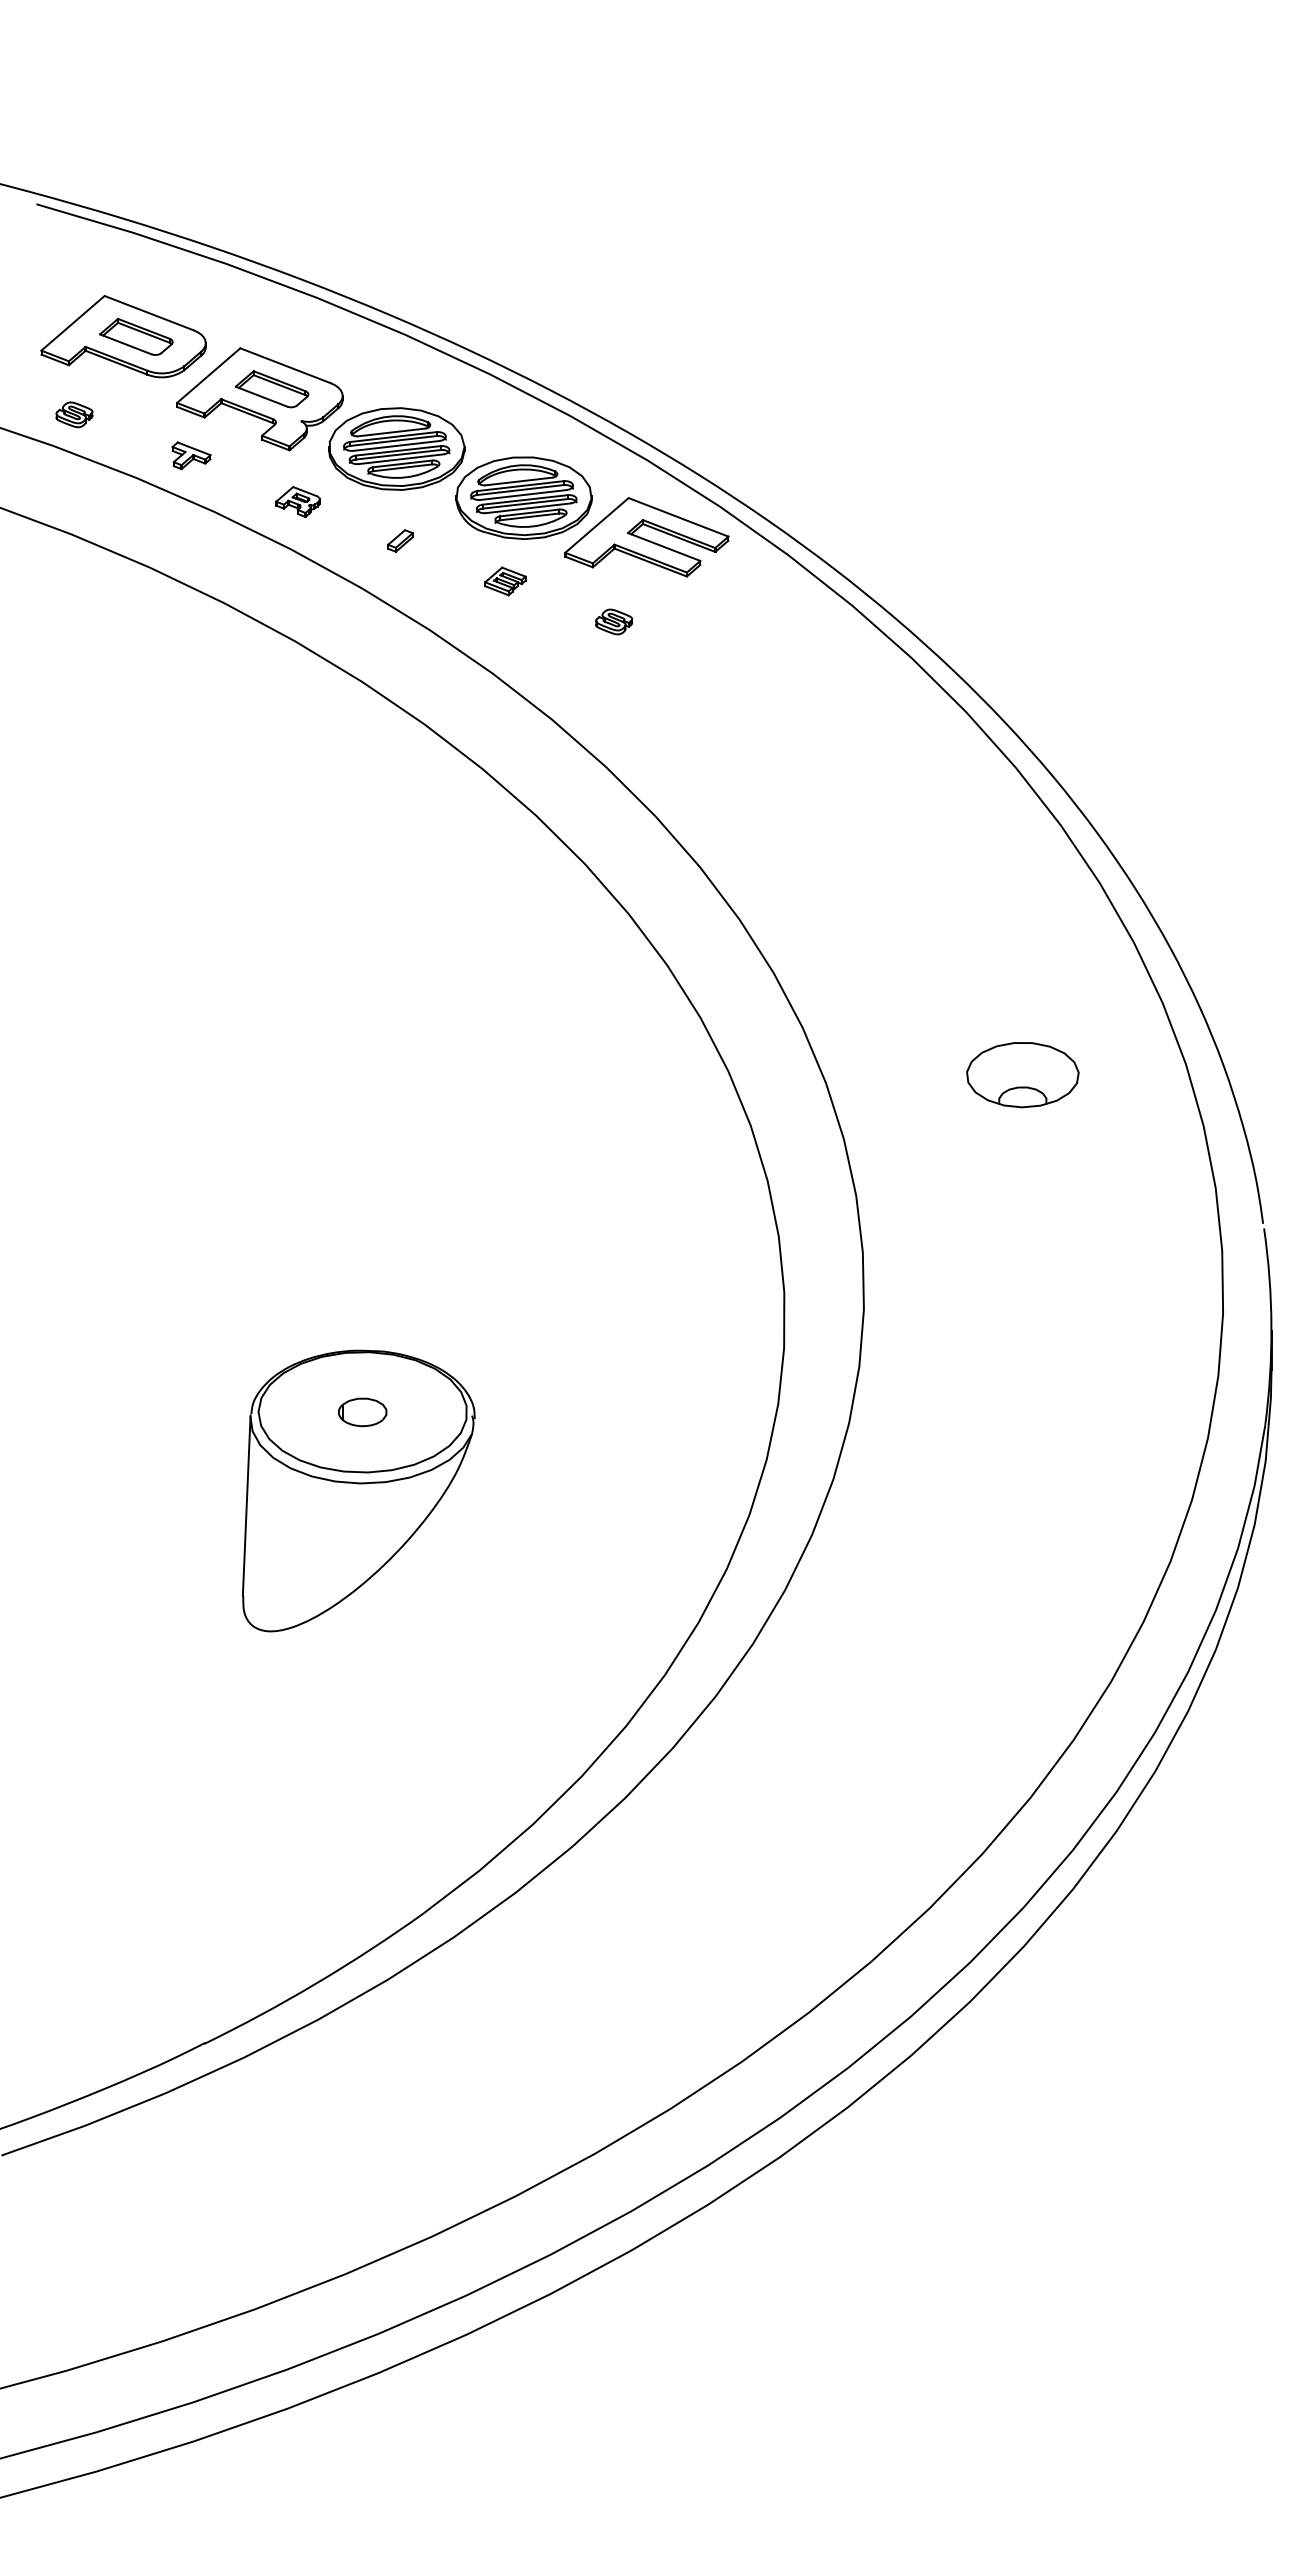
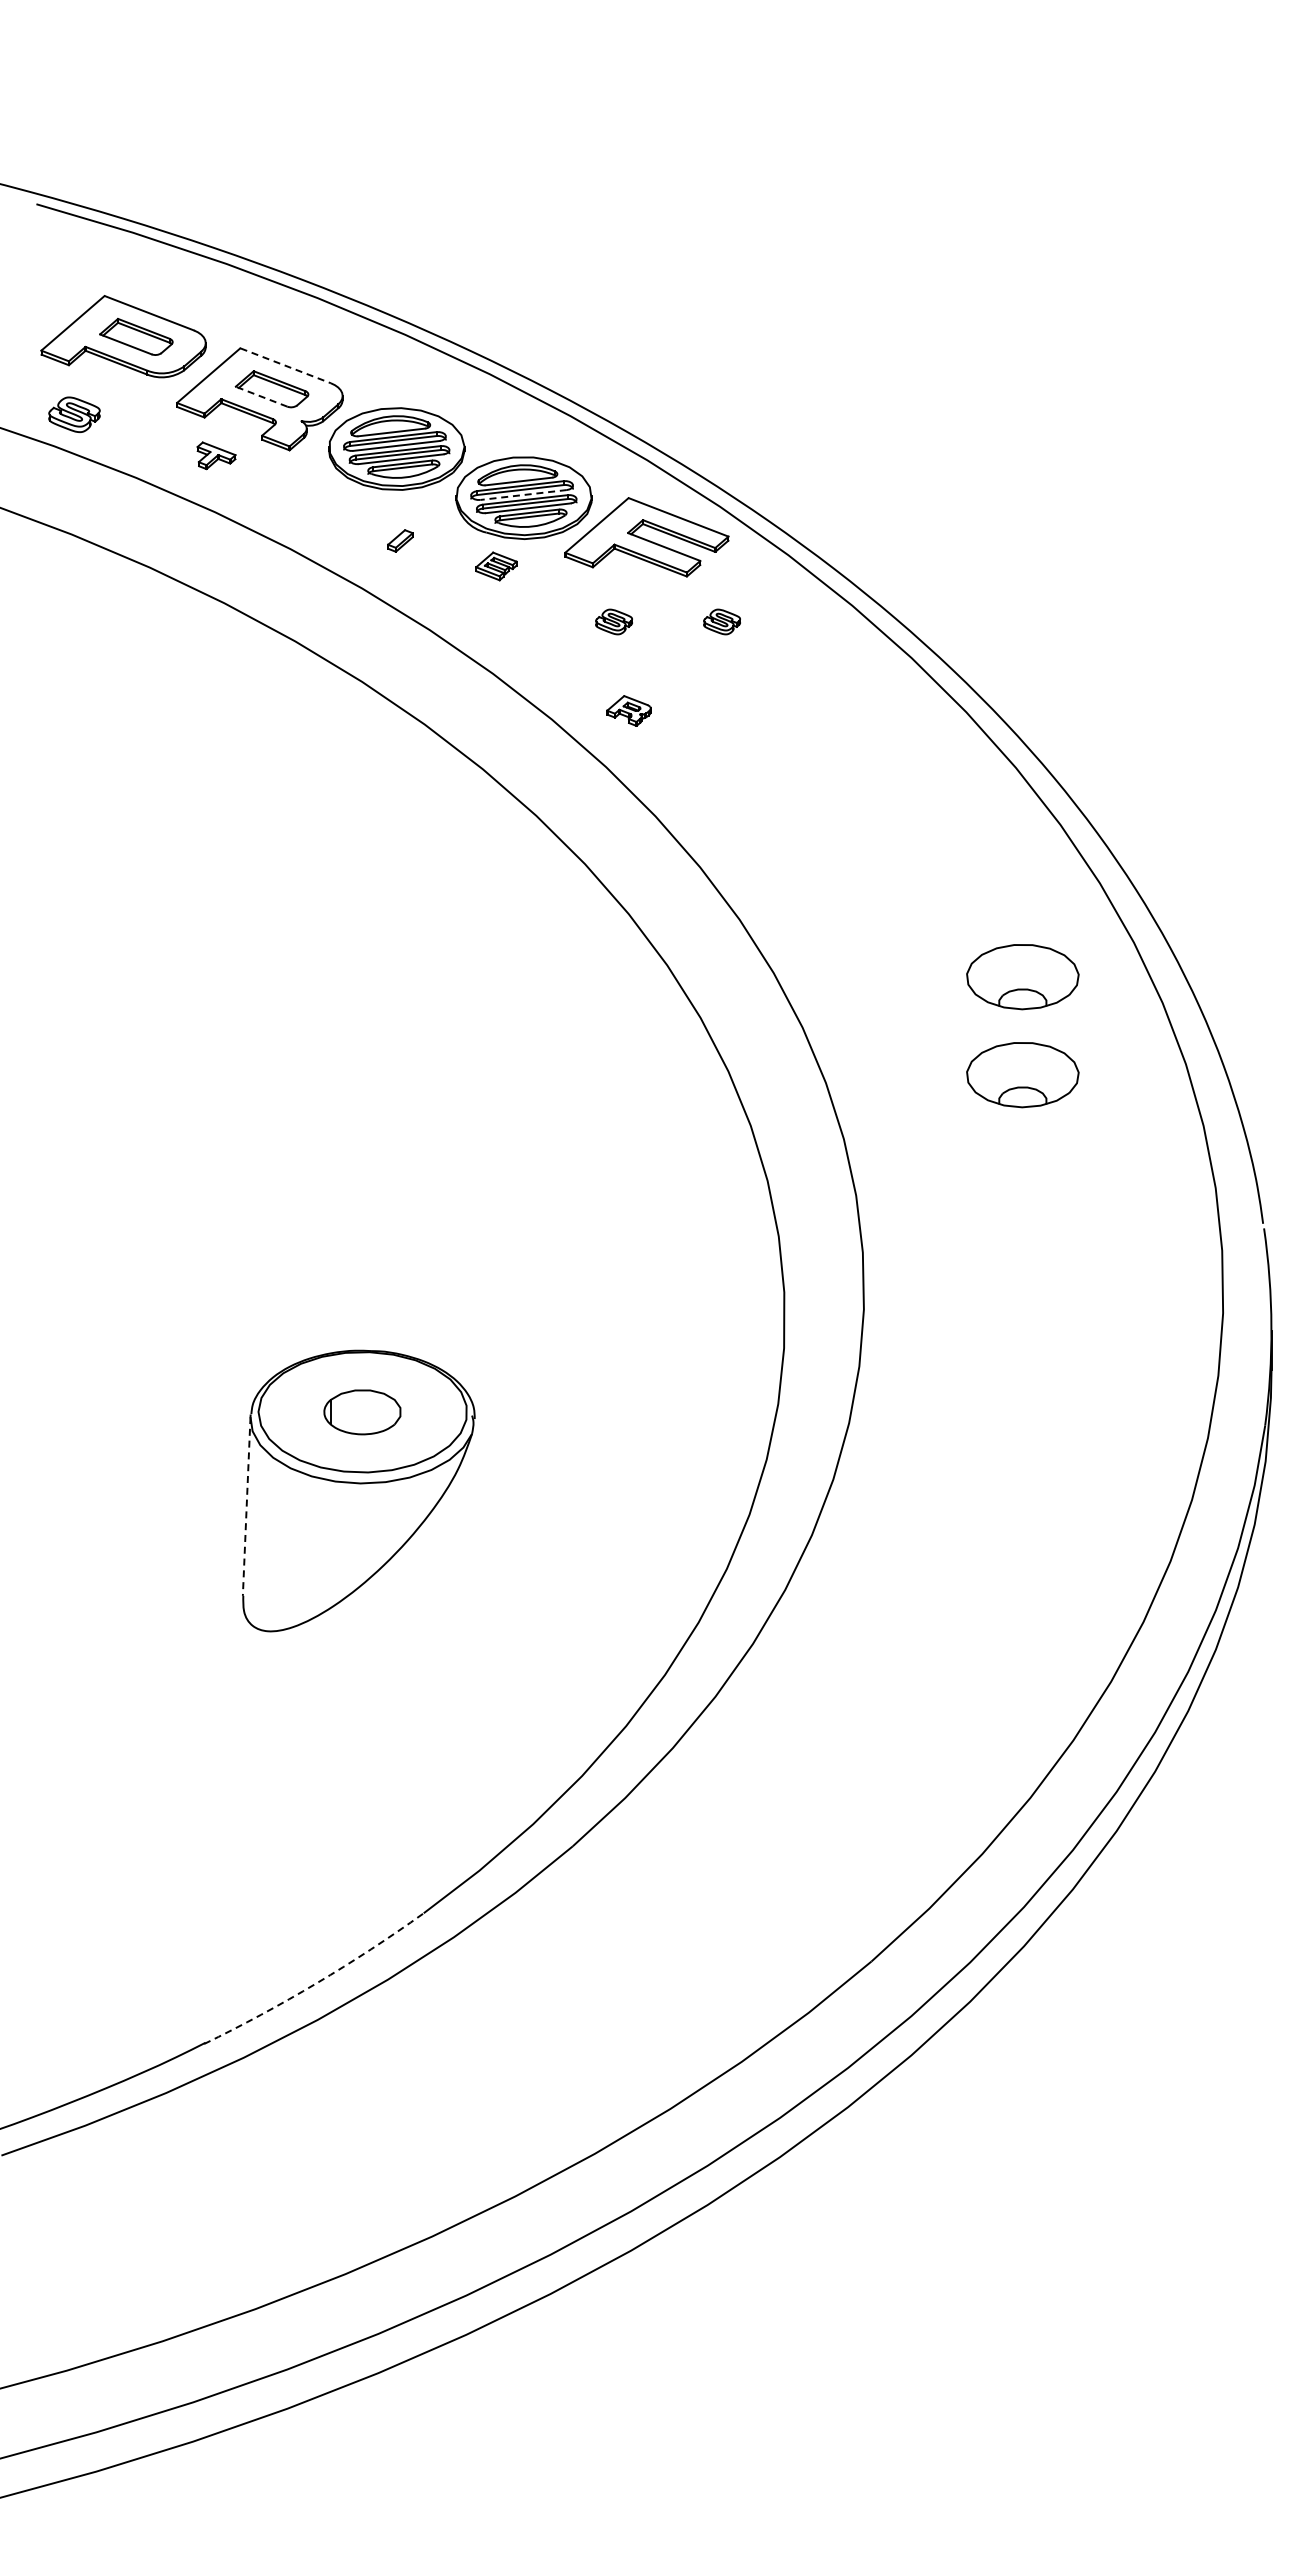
line at (286, 366): solid -> dashed
line at (261, 396): solid -> dashed
part at (74, 414) size: 39x28 px -> 53x37 px
part at (191, 455) position: (191, 455) -> (216, 455)
line at (523, 495): solid -> dashed
part at (297, 501) position: (297, 501) -> (628, 710)
part at (505, 581) position: (505, 581) -> (496, 566)
part at (721, 621): none -> present
part at (1022, 977): none -> present
part at (362, 1412) size: 50x31 px -> 79x47 px
line at (246, 1506): solid -> dashed
arc at (316, 1983): solid -> dashed
